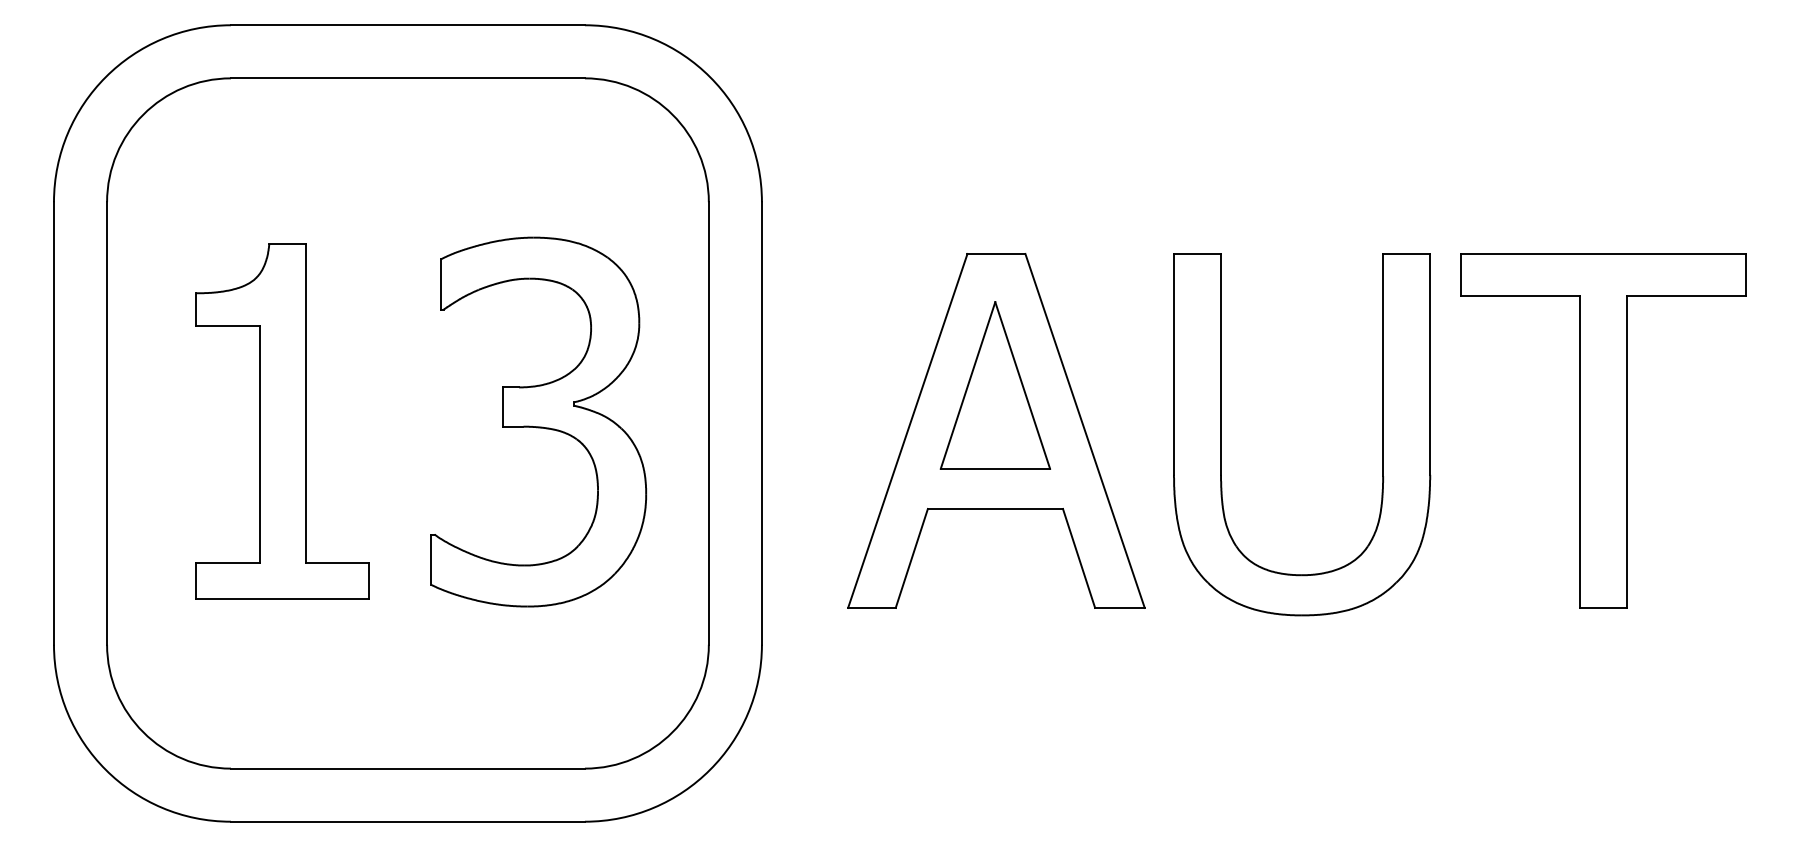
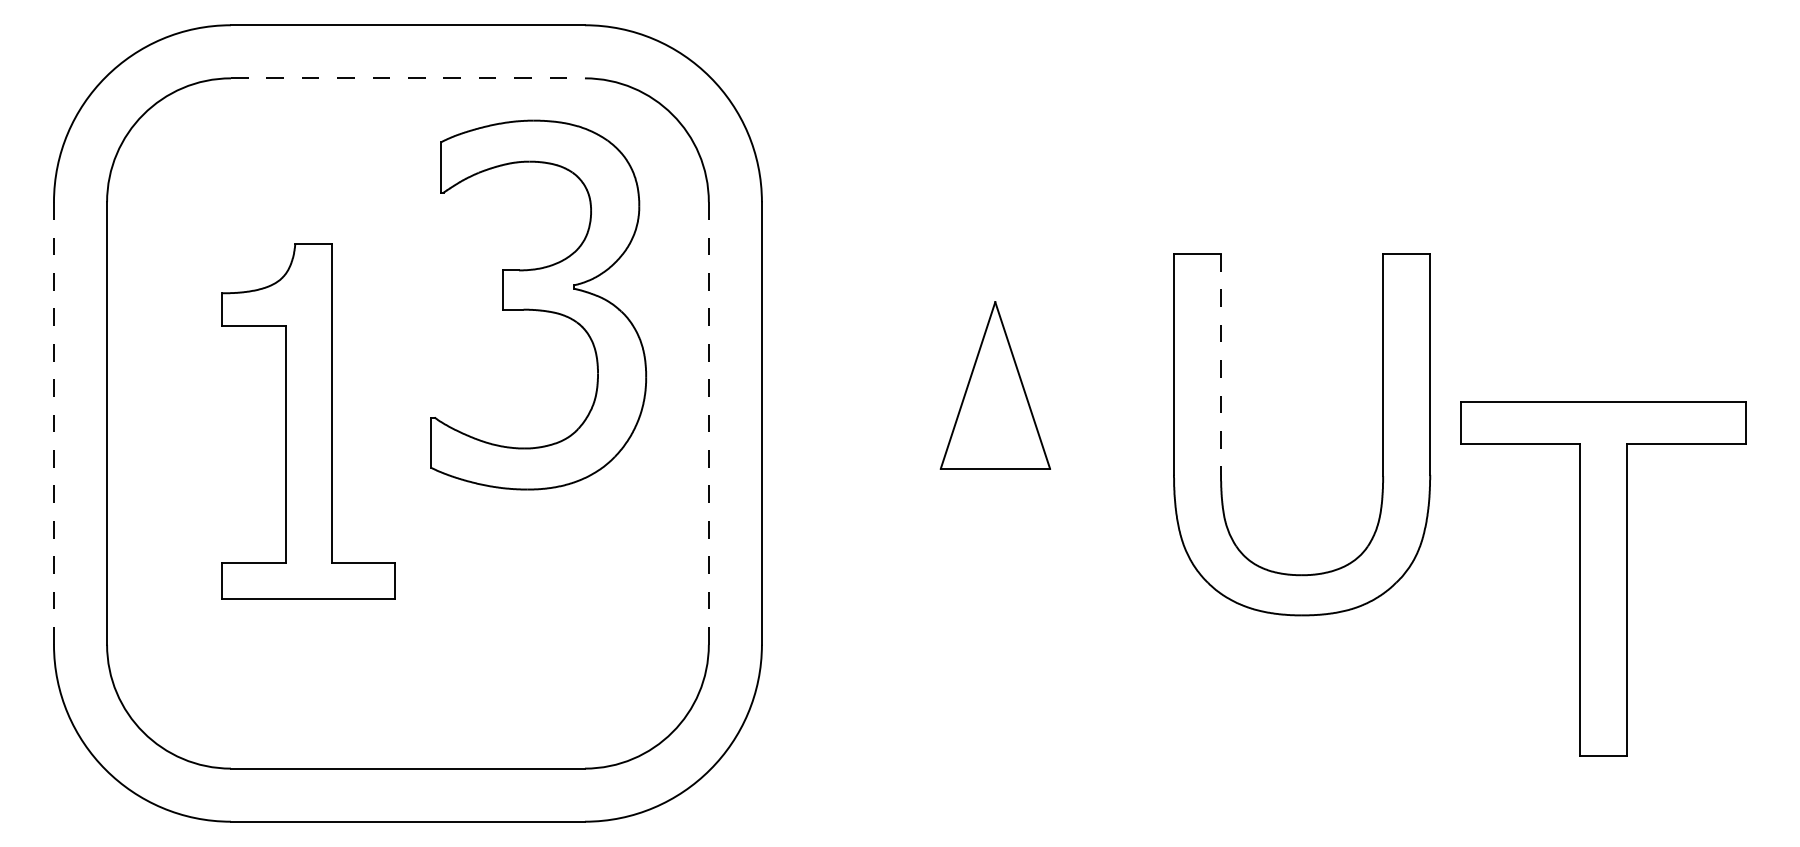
line at (407, 78): solid -> dashed
line at (1221, 364): solid -> dashed
part at (282, 421) position: (282, 421) -> (308, 421)
part at (538, 421) position: (538, 421) -> (538, 304)
line at (53, 422): solid -> dashed
line at (708, 423): solid -> dashed
part at (996, 430): present -> none
part at (1603, 430) position: (1603, 430) -> (1603, 578)
